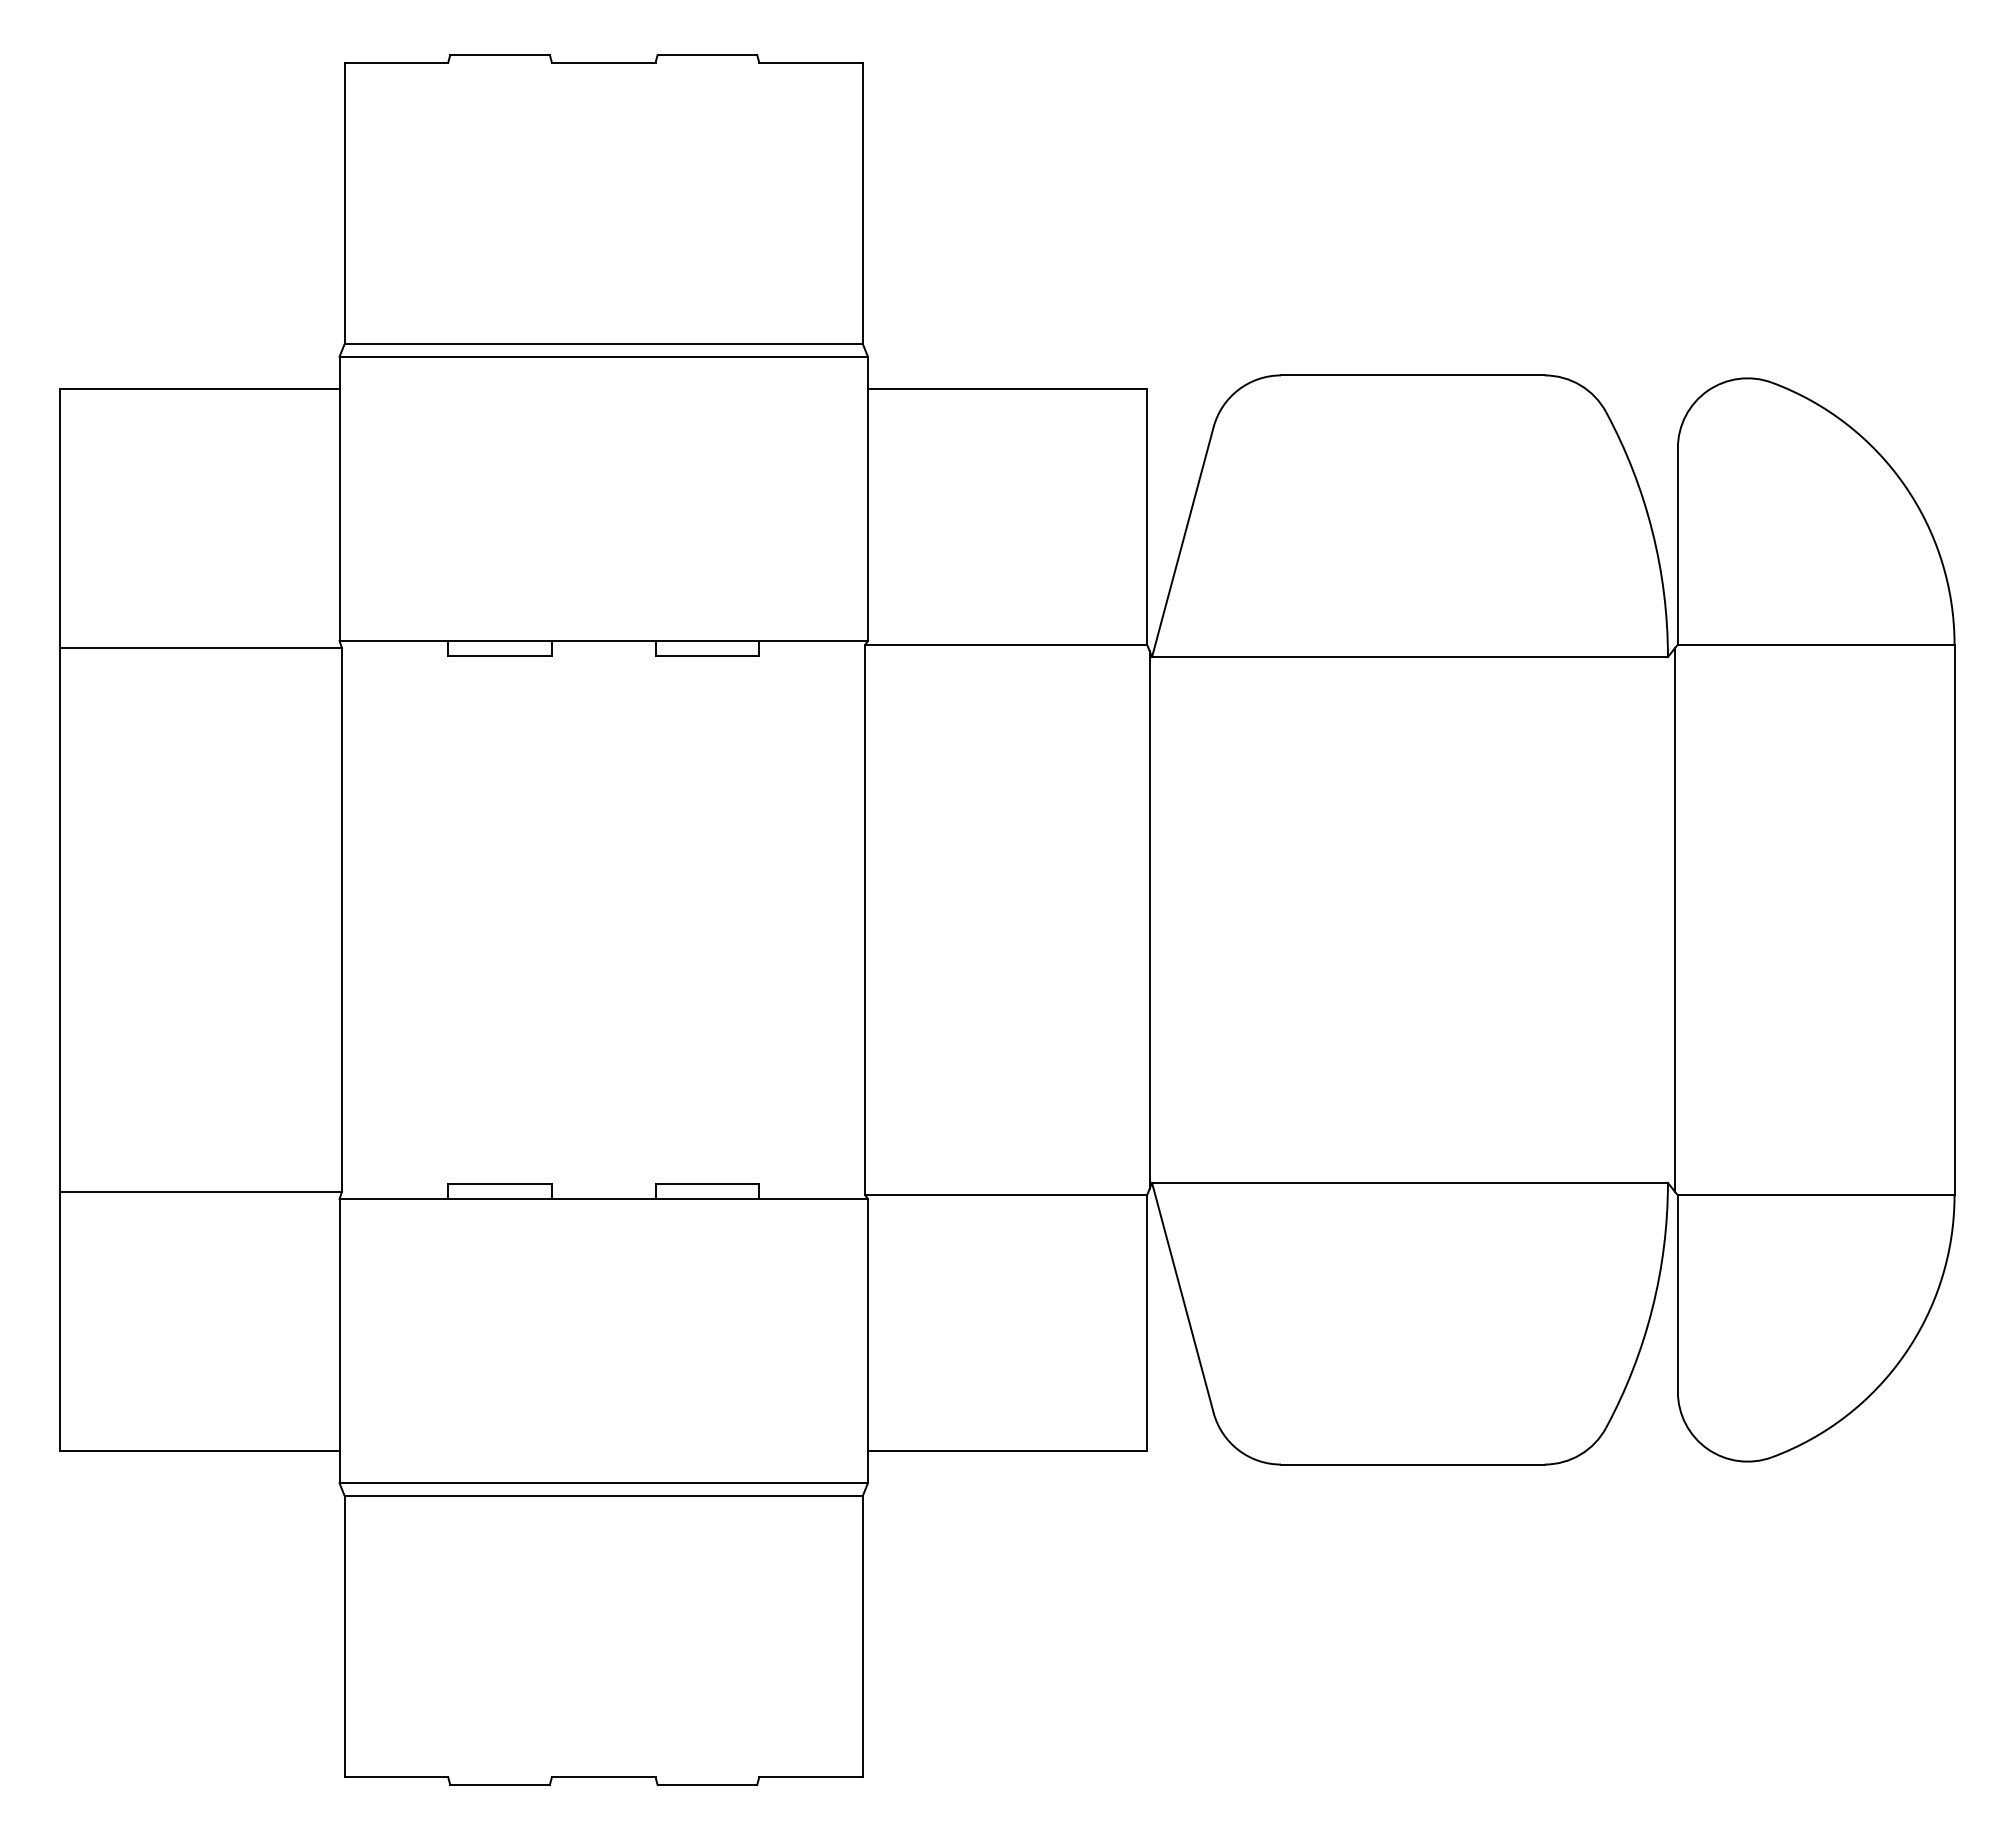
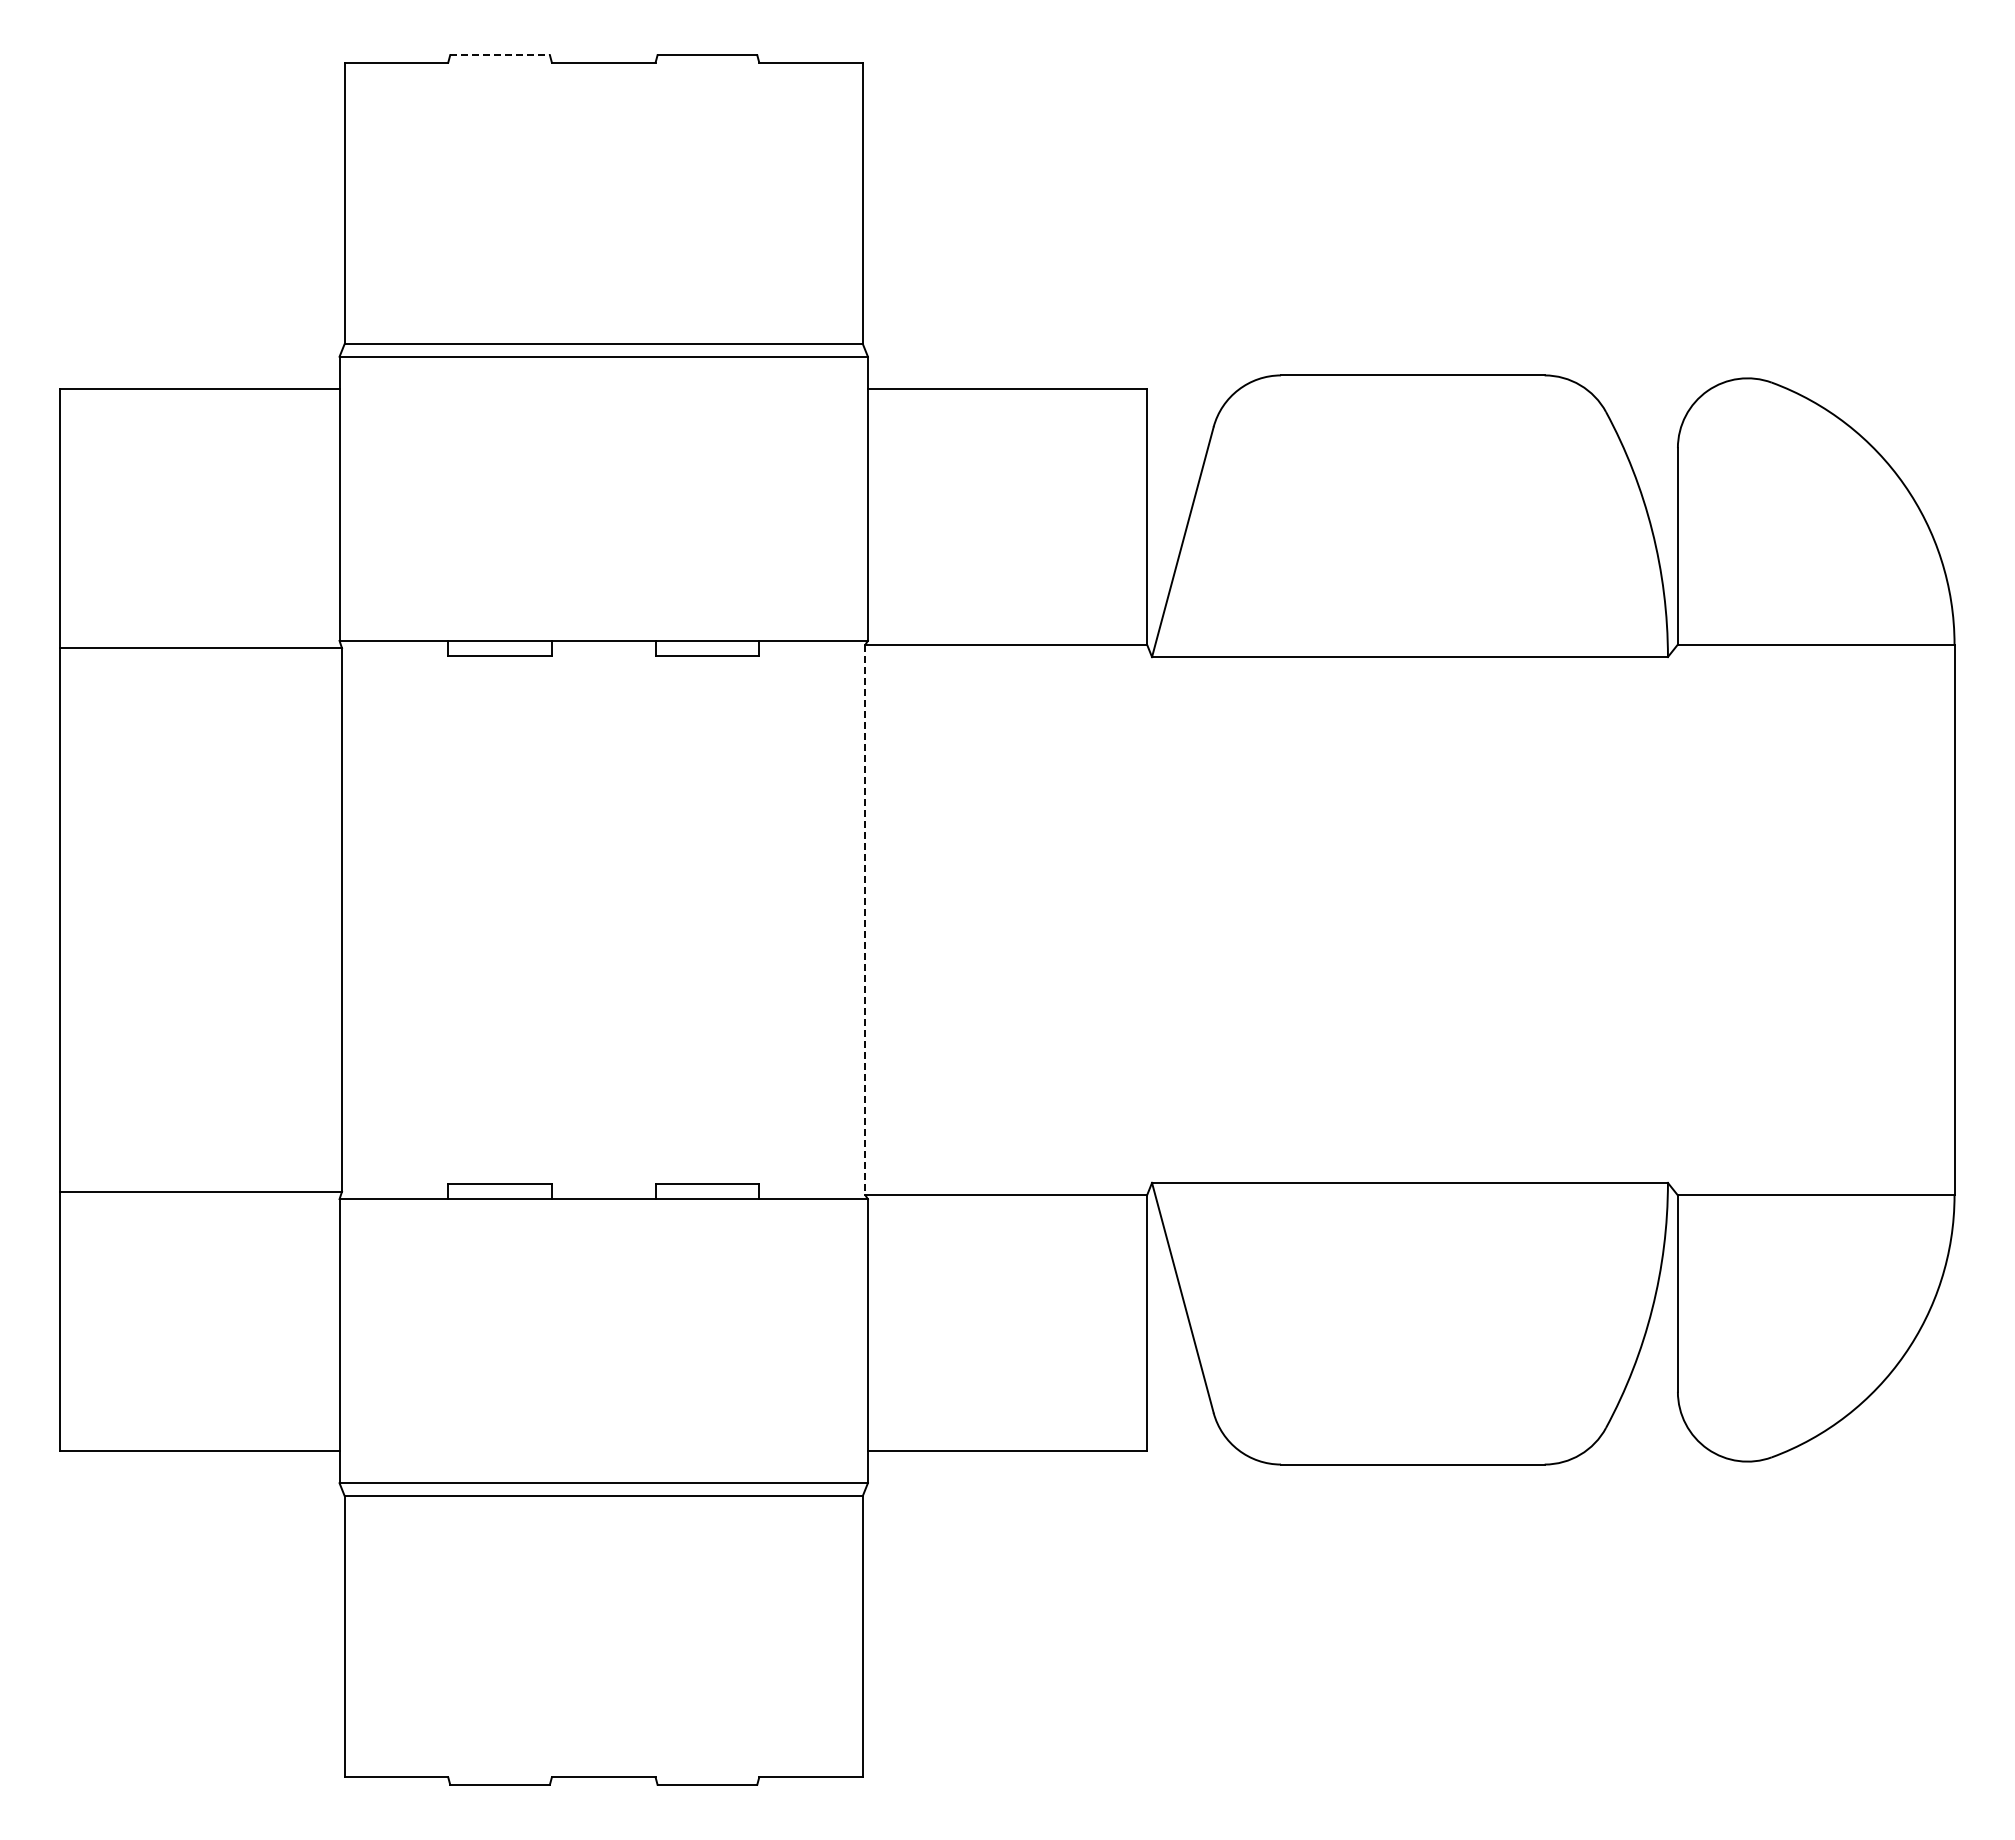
line at (500, 55): solid -> dashed
line at (1149, 919): present -> none
line at (1675, 919): present -> none
line at (865, 920): solid -> dashed
